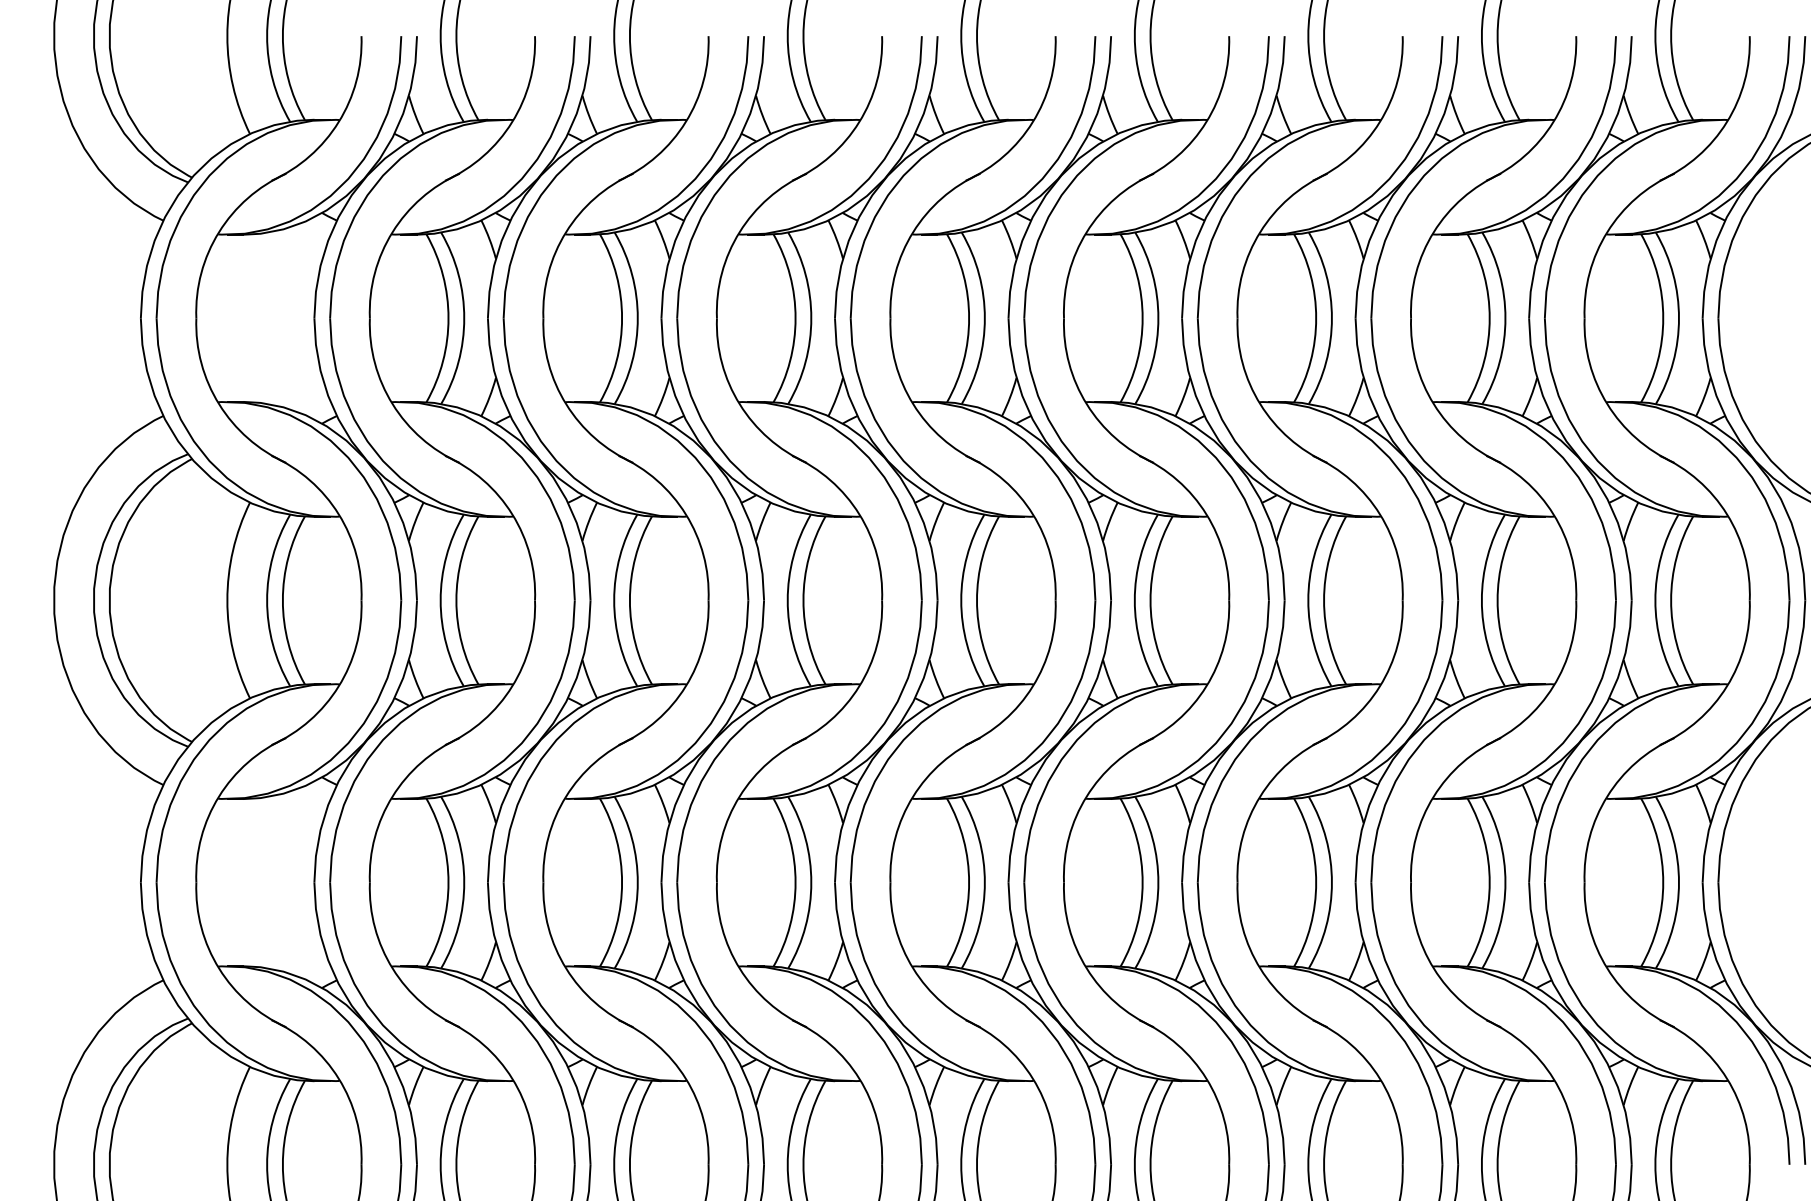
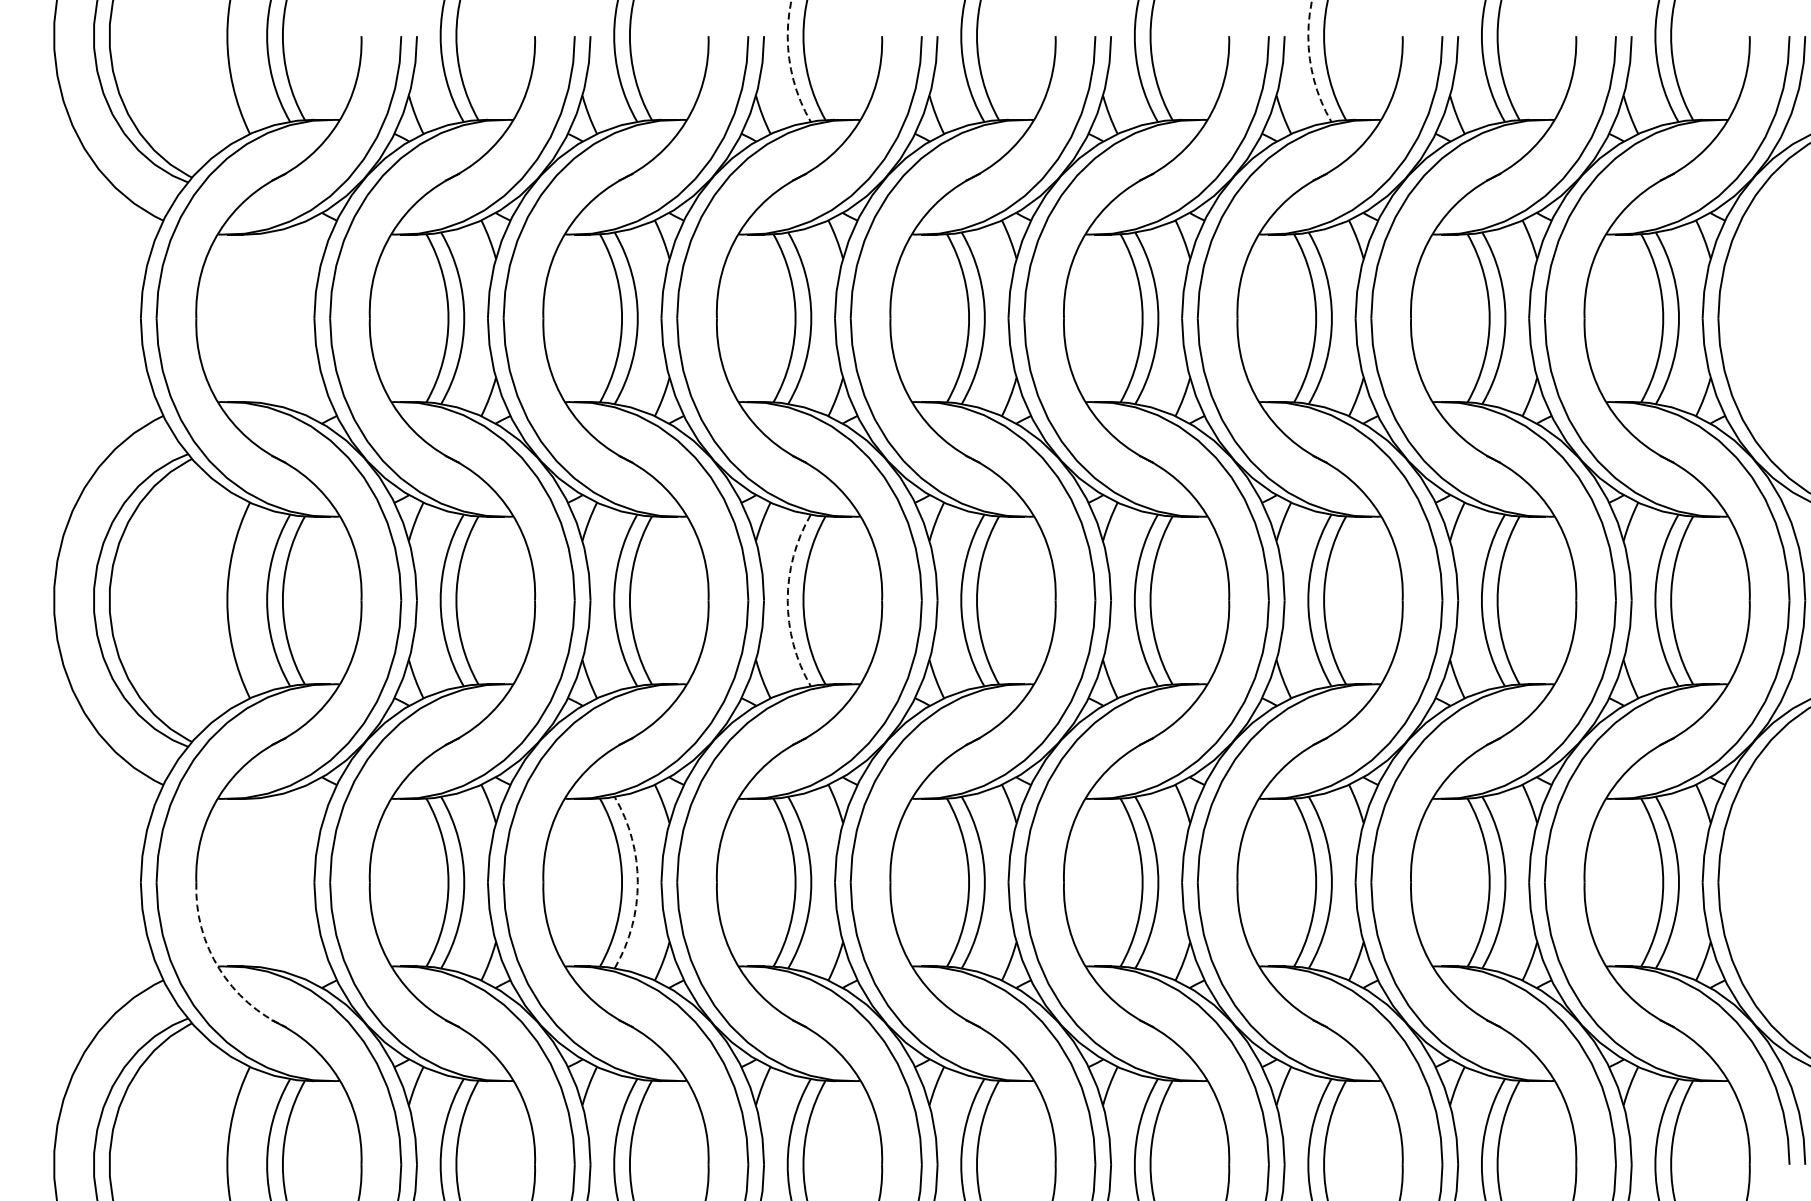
arc at (789, 61): solid -> dashed
arc at (1310, 61): solid -> dashed
arc at (787, 600): solid -> dashed
arc at (637, 882): solid -> dashed
arc at (219, 968): solid -> dashed
